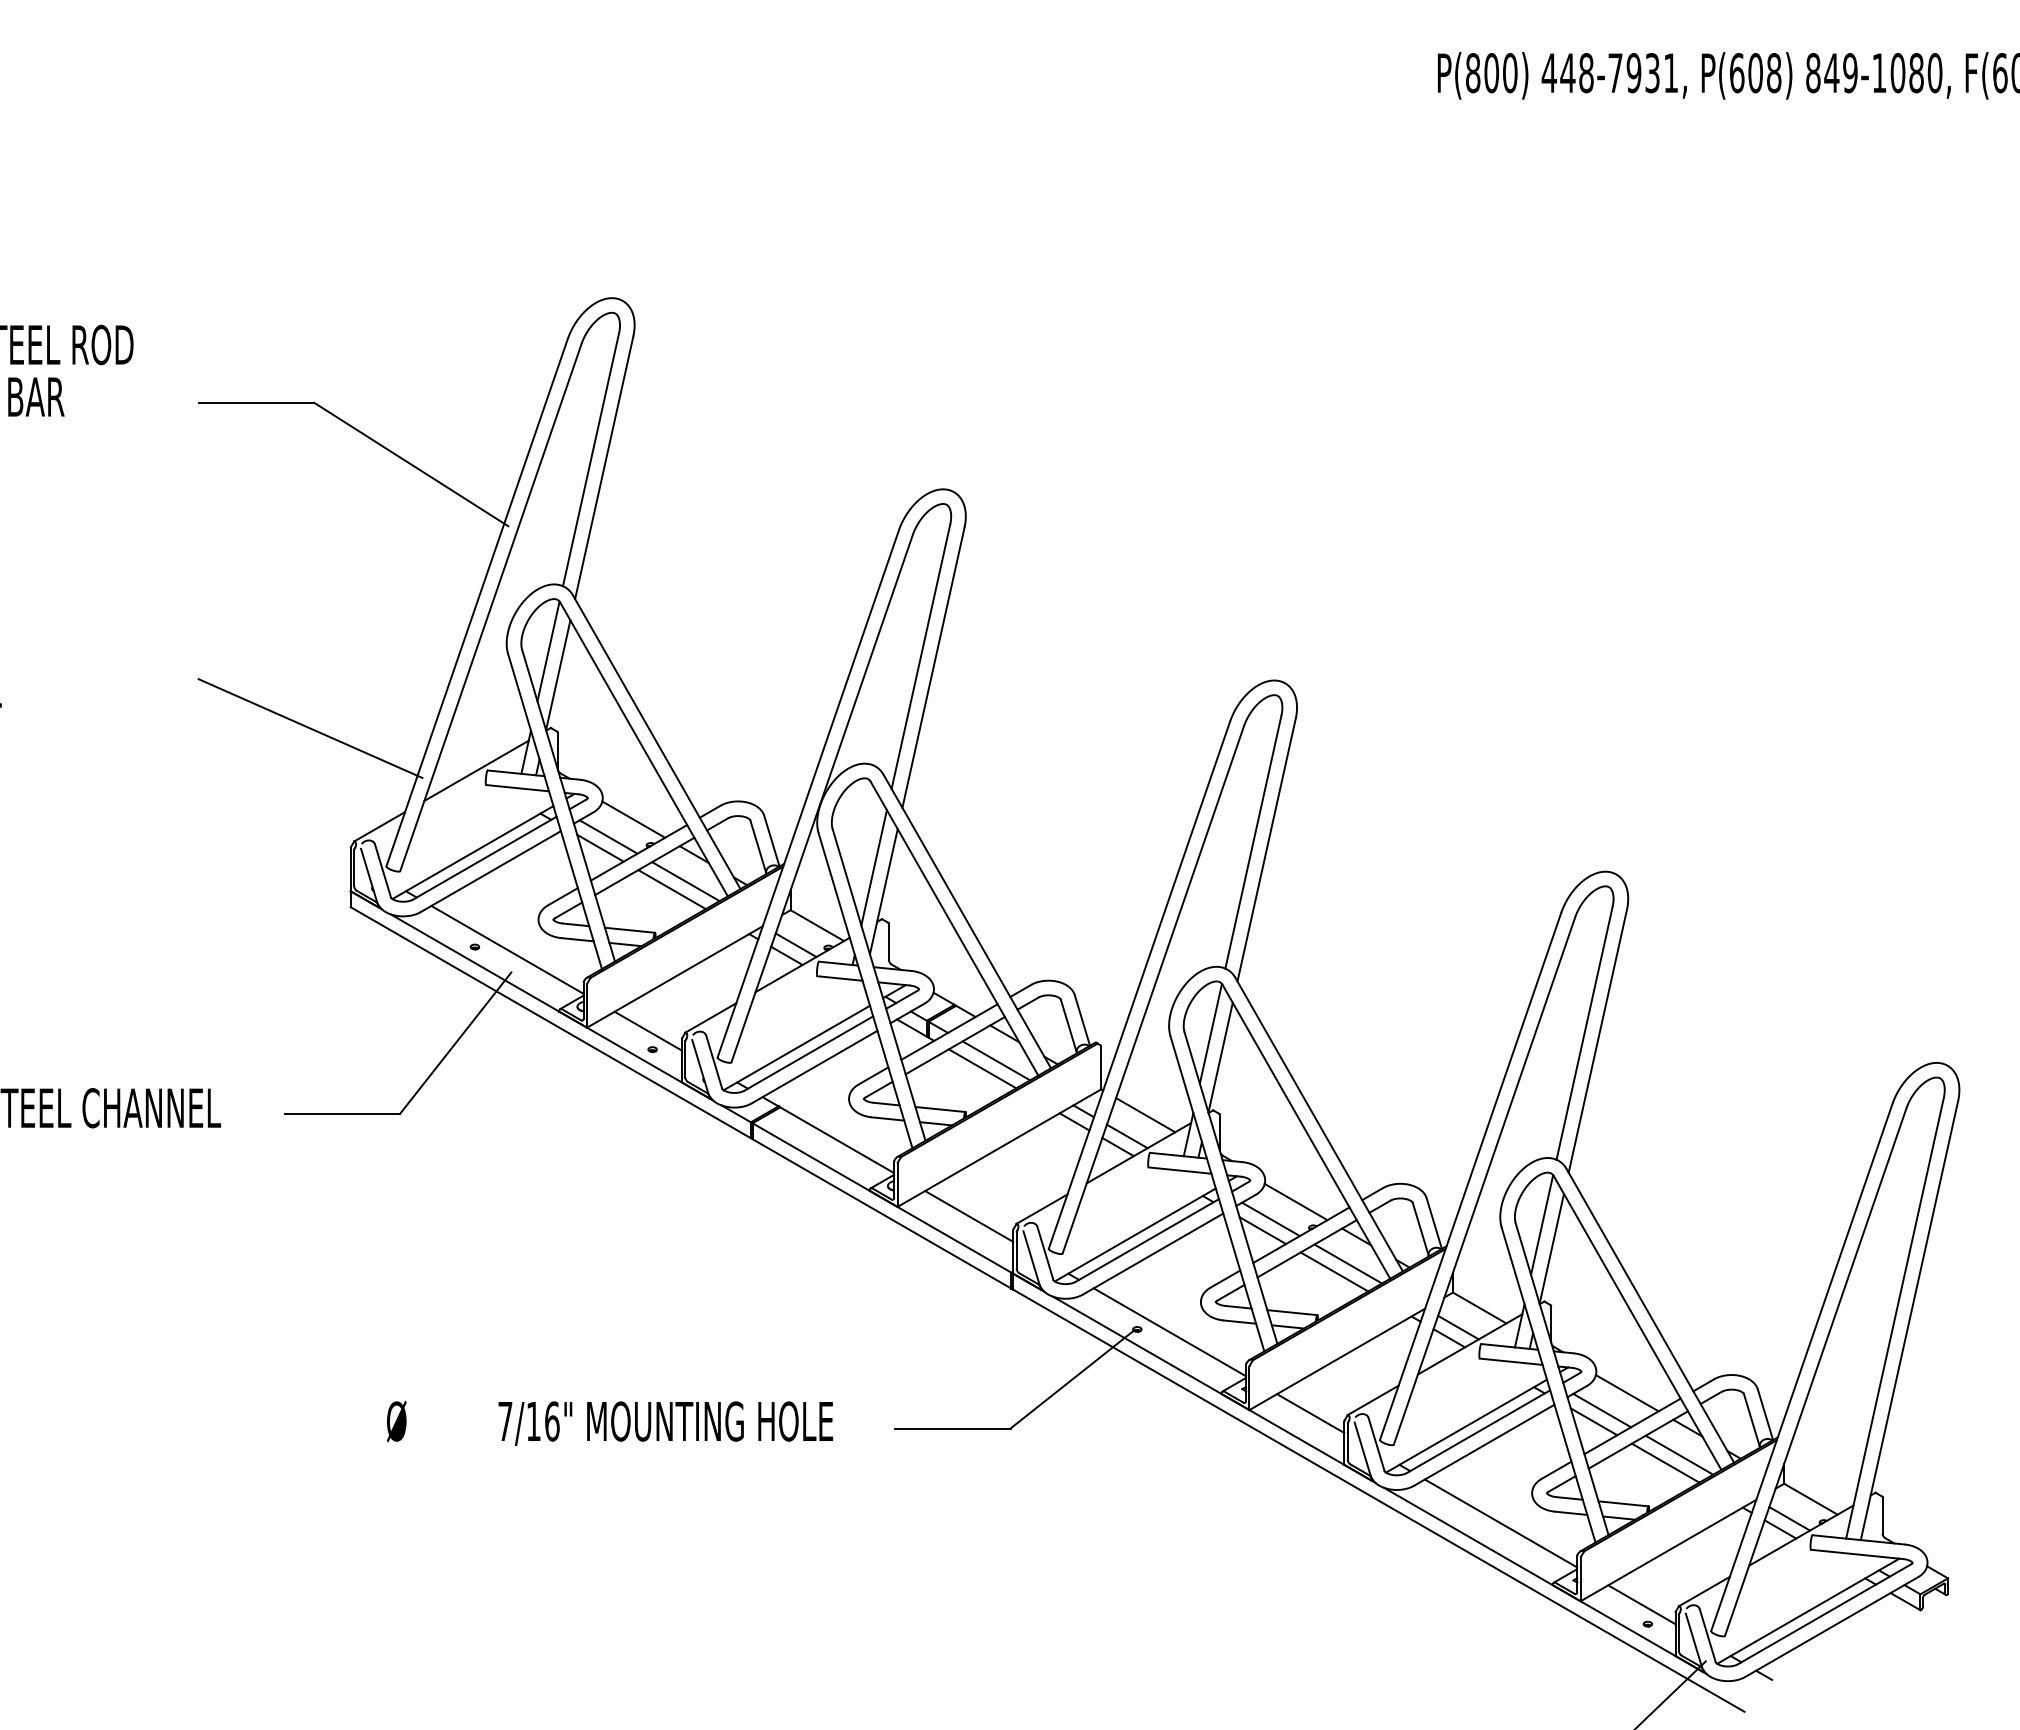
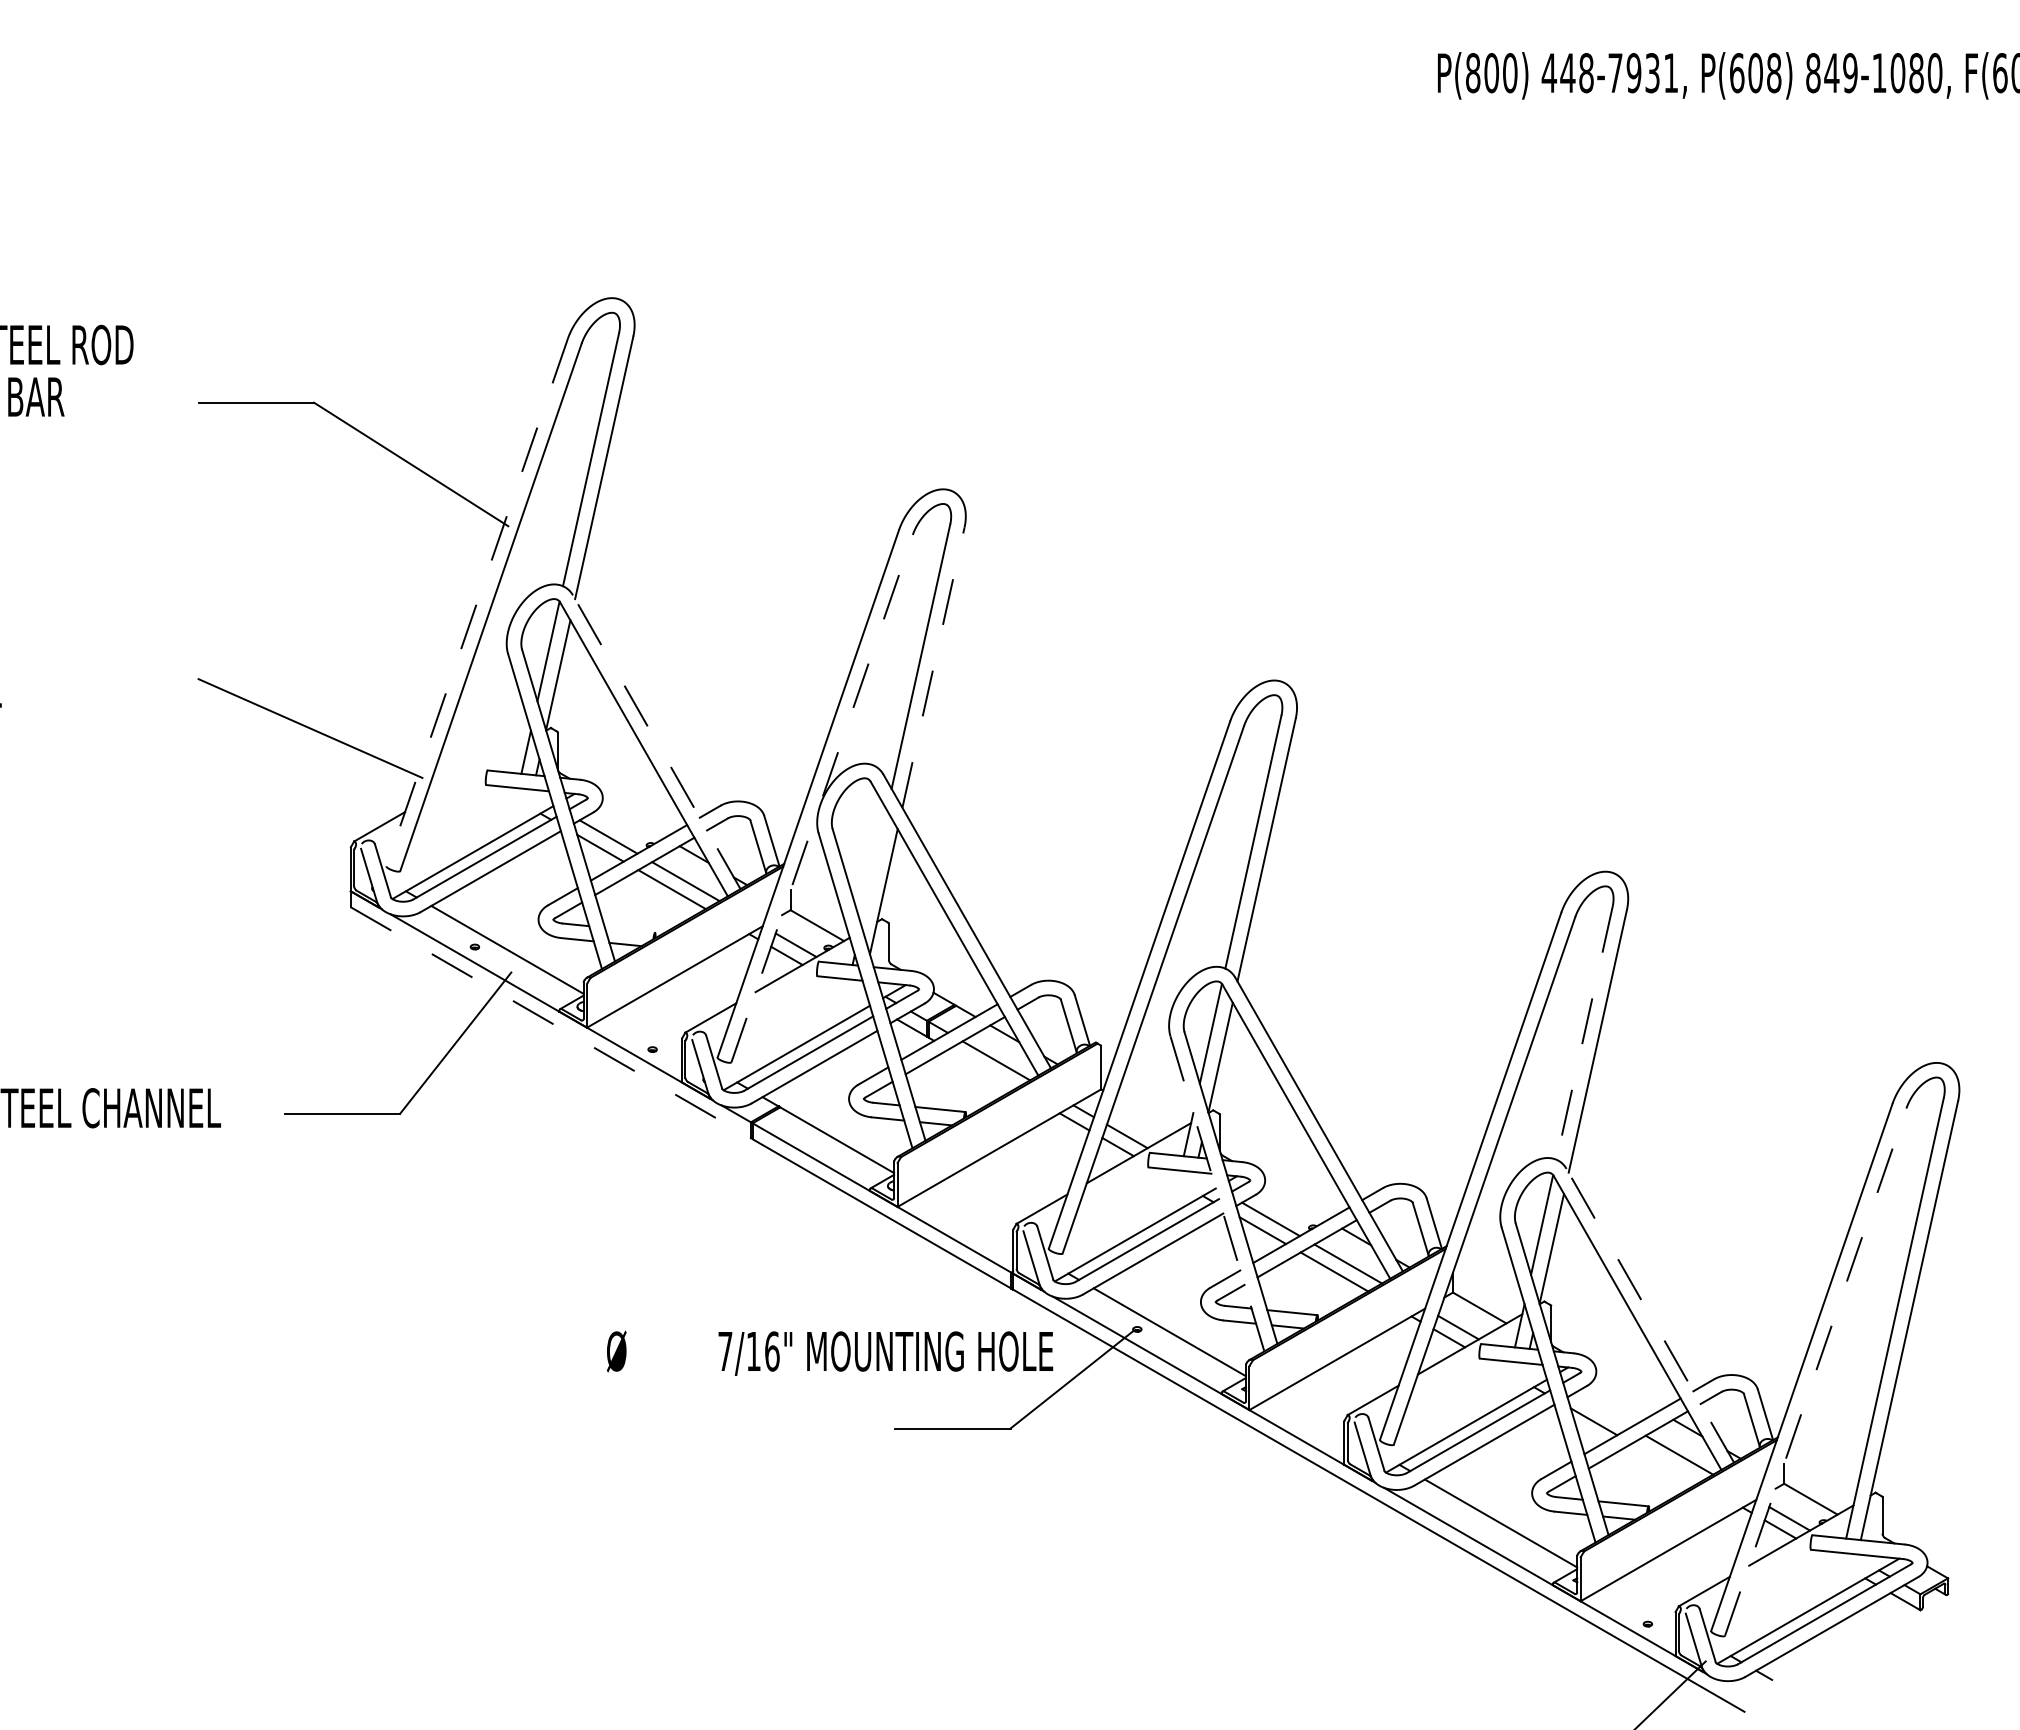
line at (477, 602): solid -> dashed
line at (933, 667): solid -> dashed
line at (656, 741): solid -> dashed
line at (476, 770): present -> none
line at (822, 798): solid -> dashed
line at (633, 819): present -> none
line at (873, 867): present -> none
line at (629, 929): present -> none
line at (551, 1022): solid -> dashed
line at (647, 1030): present -> none
line at (1584, 1033): solid -> dashed
line at (982, 1068): present -> none
line at (1145, 1115): present -> none
line at (1217, 1194): solid -> dashed
line at (1295, 1201): present -> none
line at (969, 1216): present -> none
line at (1650, 1315): solid -> dashed
line at (1815, 1372): solid -> dashed
line at (1626, 1393): present -> none
line at (1602, 1410): present -> none
line at (1310, 1413): present -> none
text at (610, 1422) position: (610, 1422) -> (830, 1352)
line at (1665, 1462): present -> none
line at (1641, 1604): present -> none
